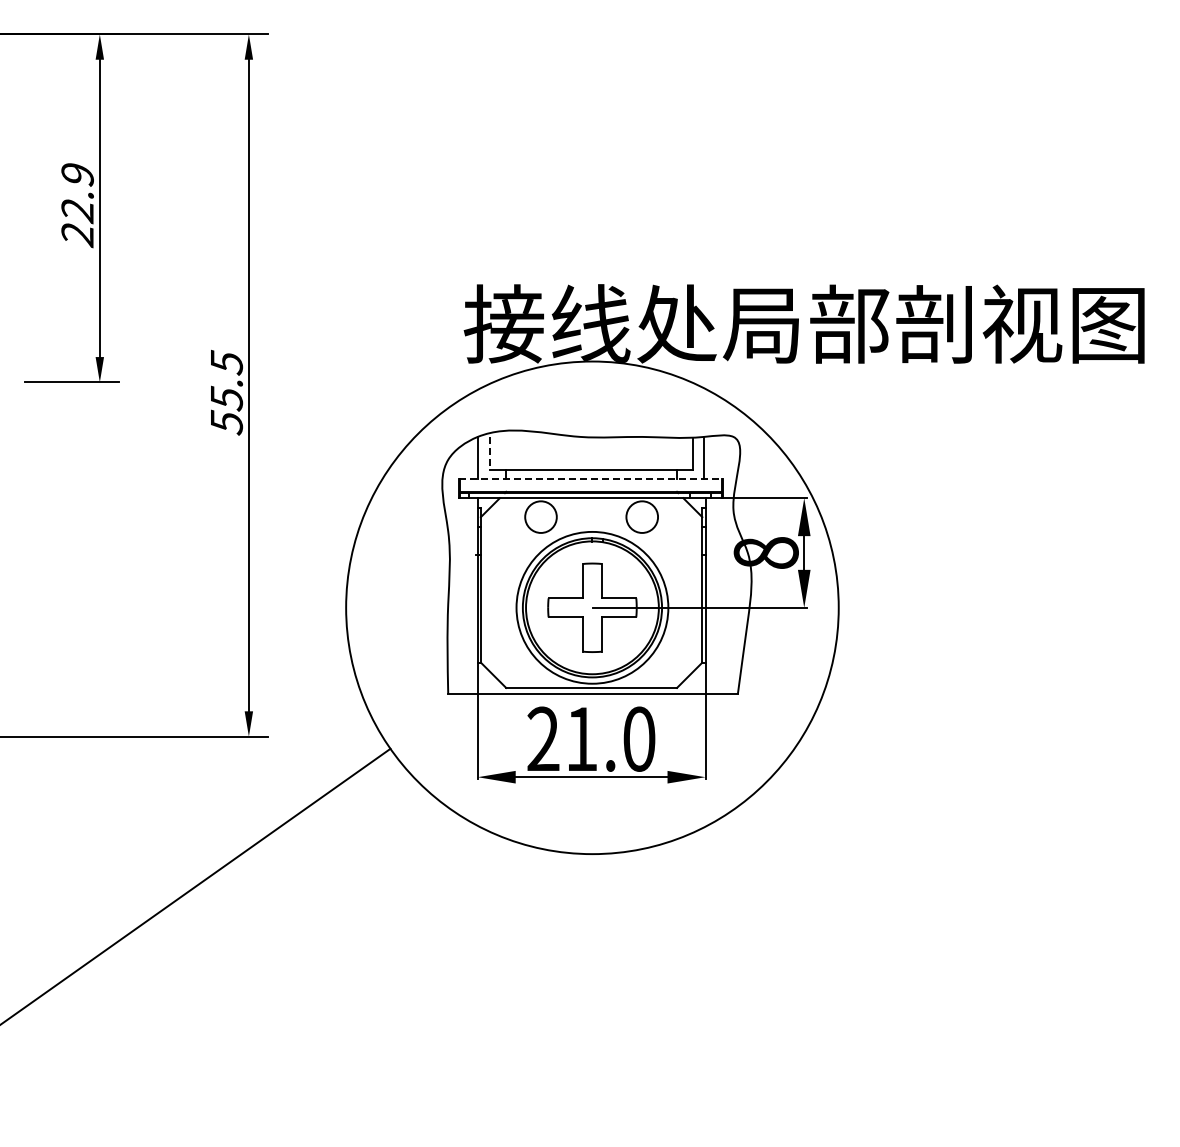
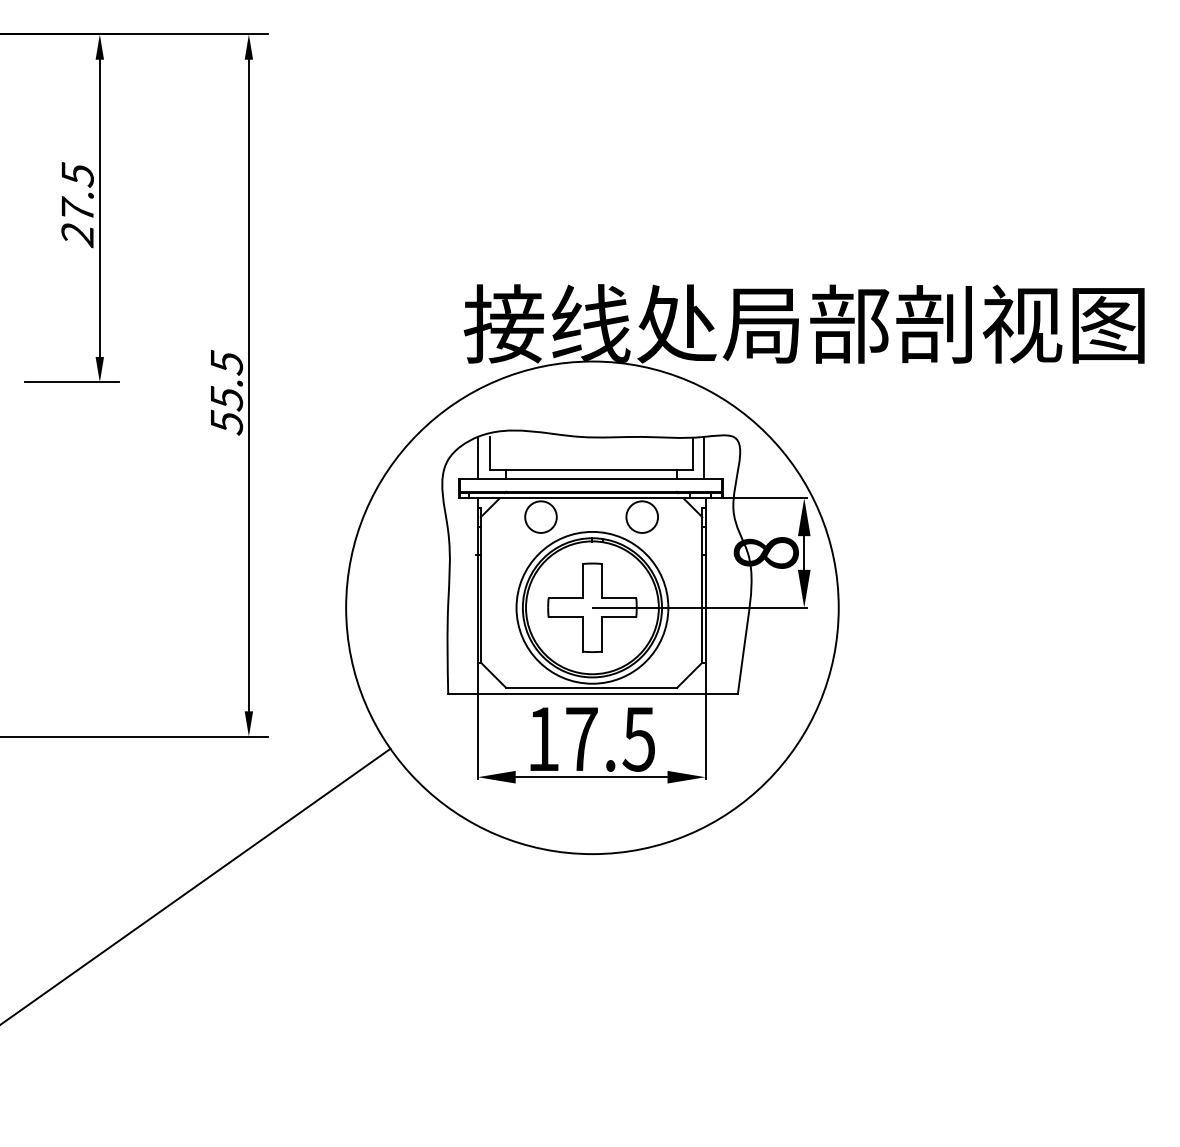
text at (77, 193): 22.9 -> 27.5
line at (490, 453): dashed -> solid
line at (591, 479): dashed -> solid
text at (591, 738): 21.0 -> 17.5
